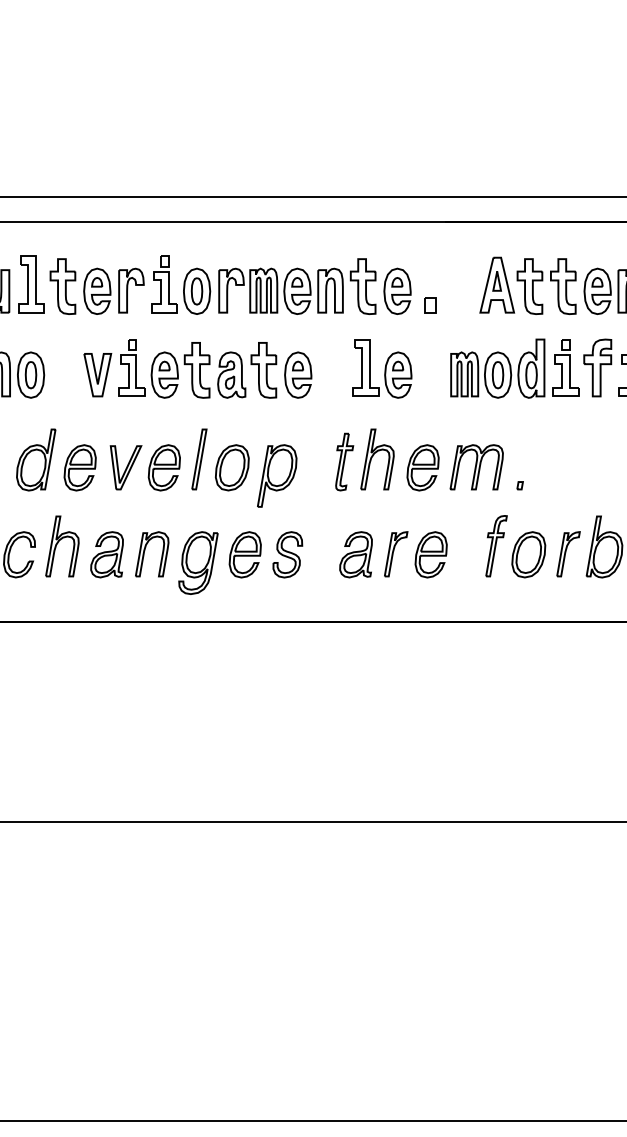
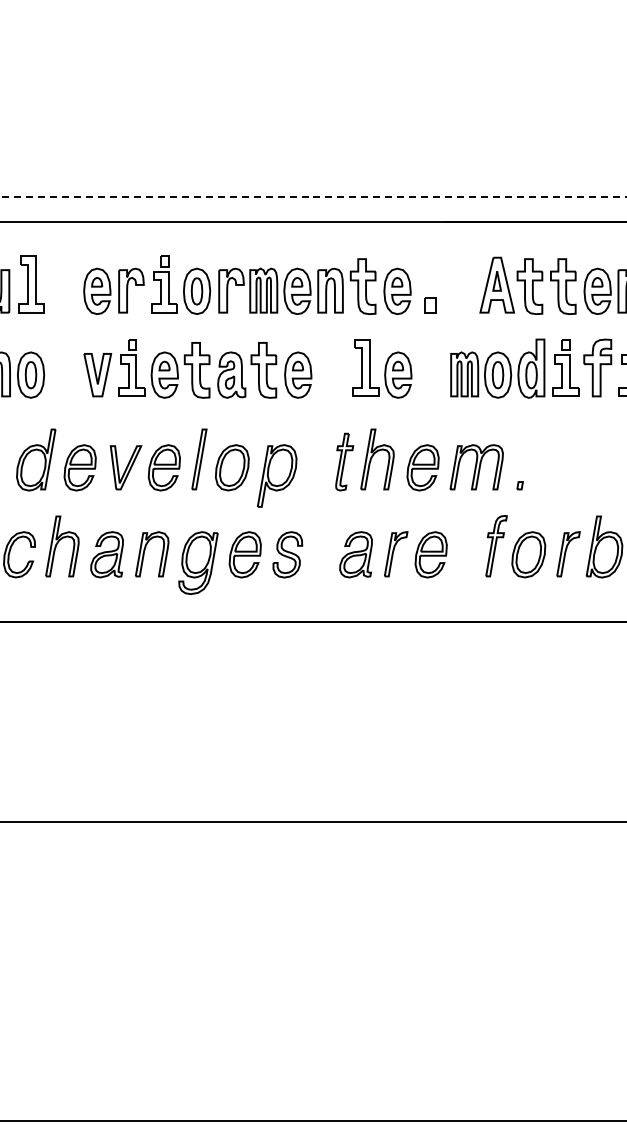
line at (313, 197): solid -> dashed
part at (62, 286): present -> none
